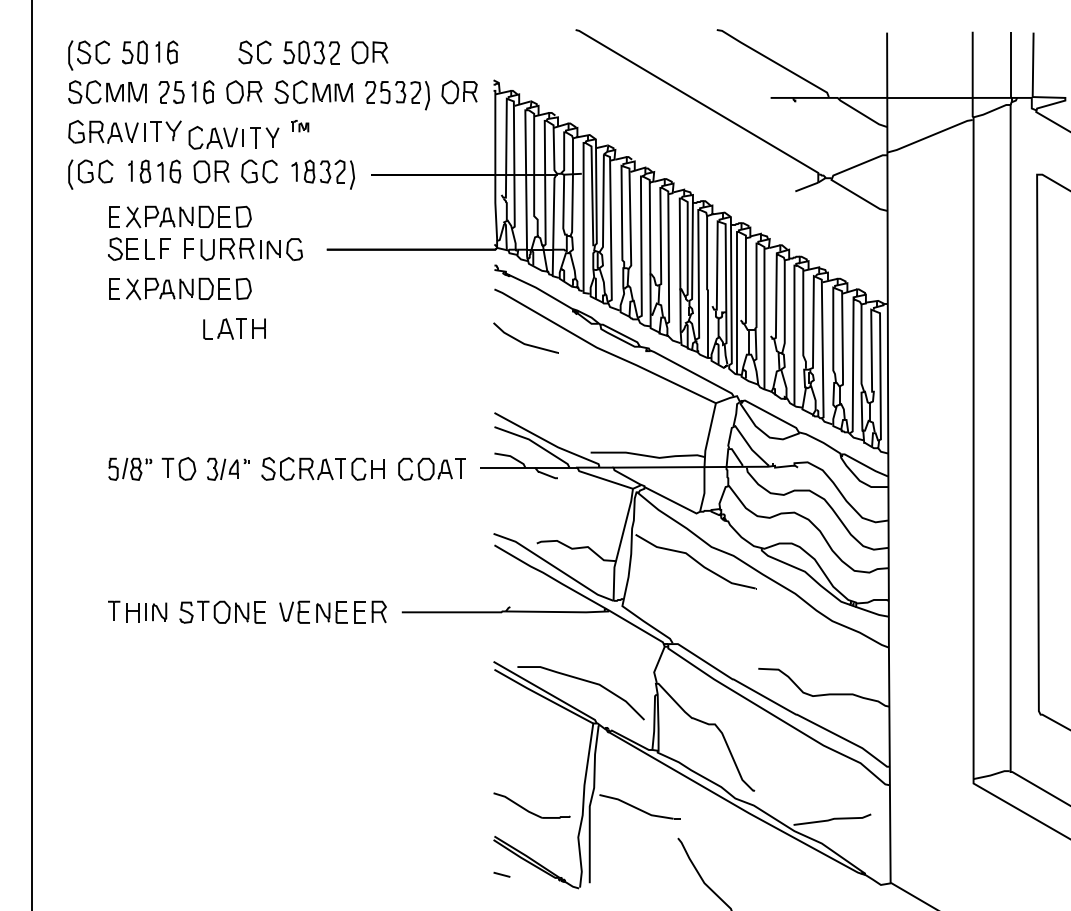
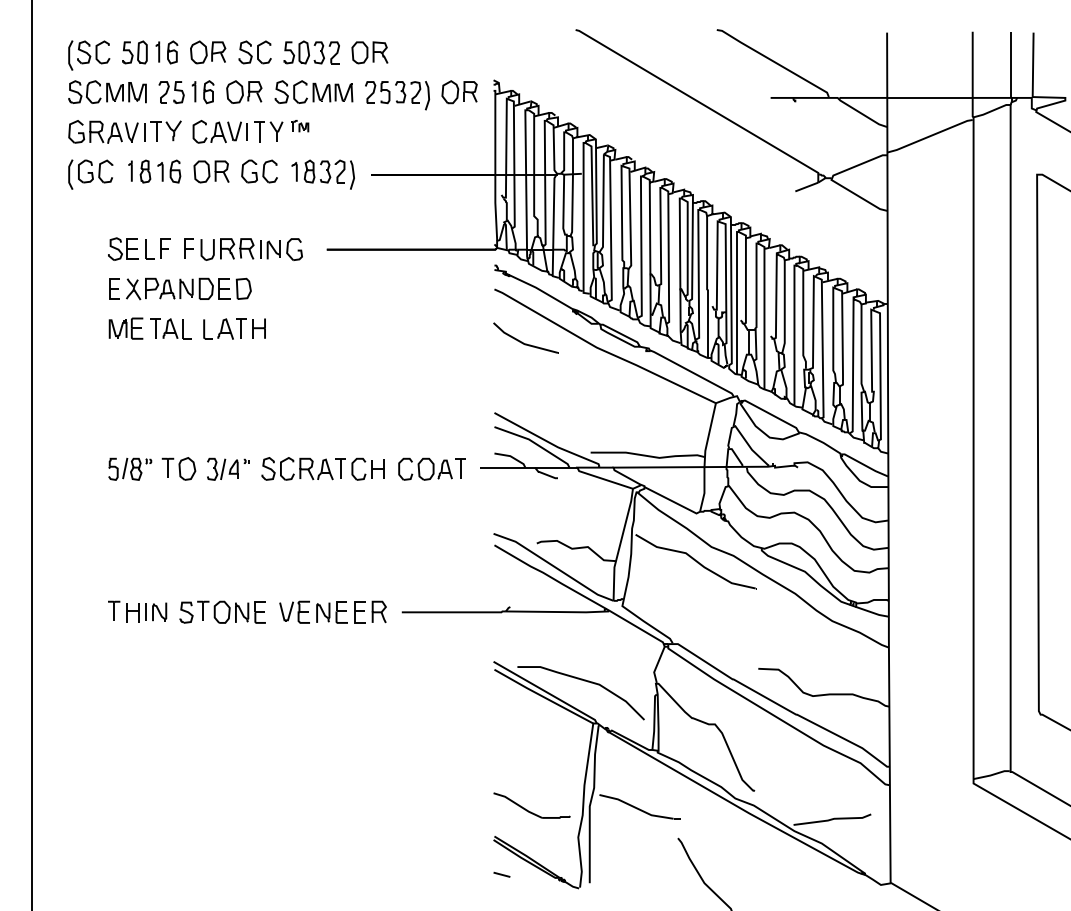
part at (208, 52): none -> present
part at (233, 137) position: (233, 137) -> (237, 131)
part at (180, 216): present -> none
part at (149, 328): none -> present
